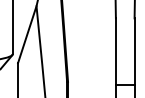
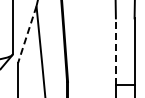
line at (27, 34): solid -> dashed
line at (115, 50): solid -> dashed
